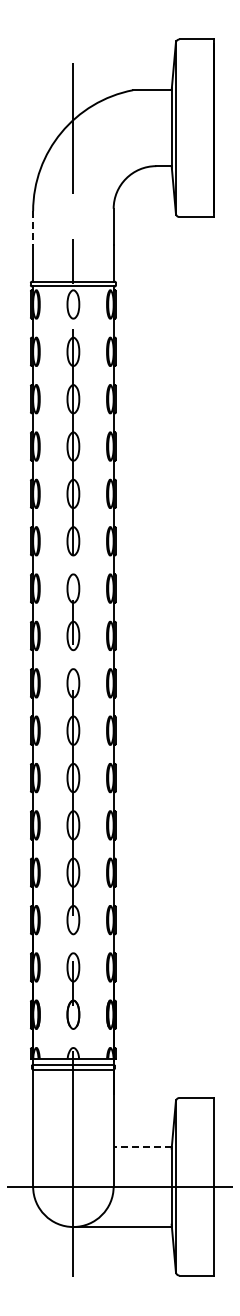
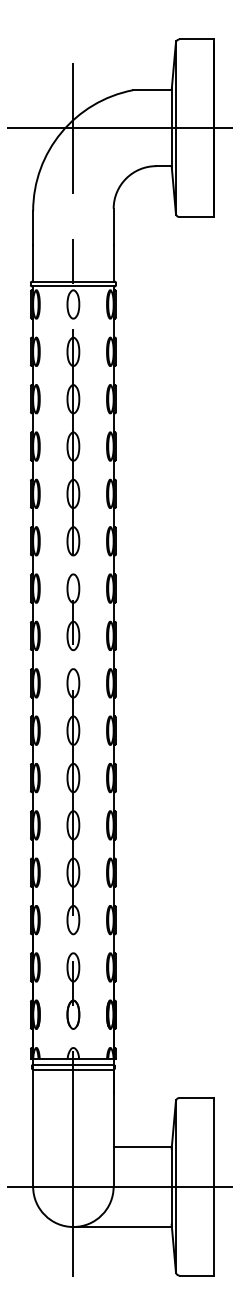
line at (117, 128): none -> present
line at (33, 228): dashed -> solid
line at (142, 1146): dashed -> solid
